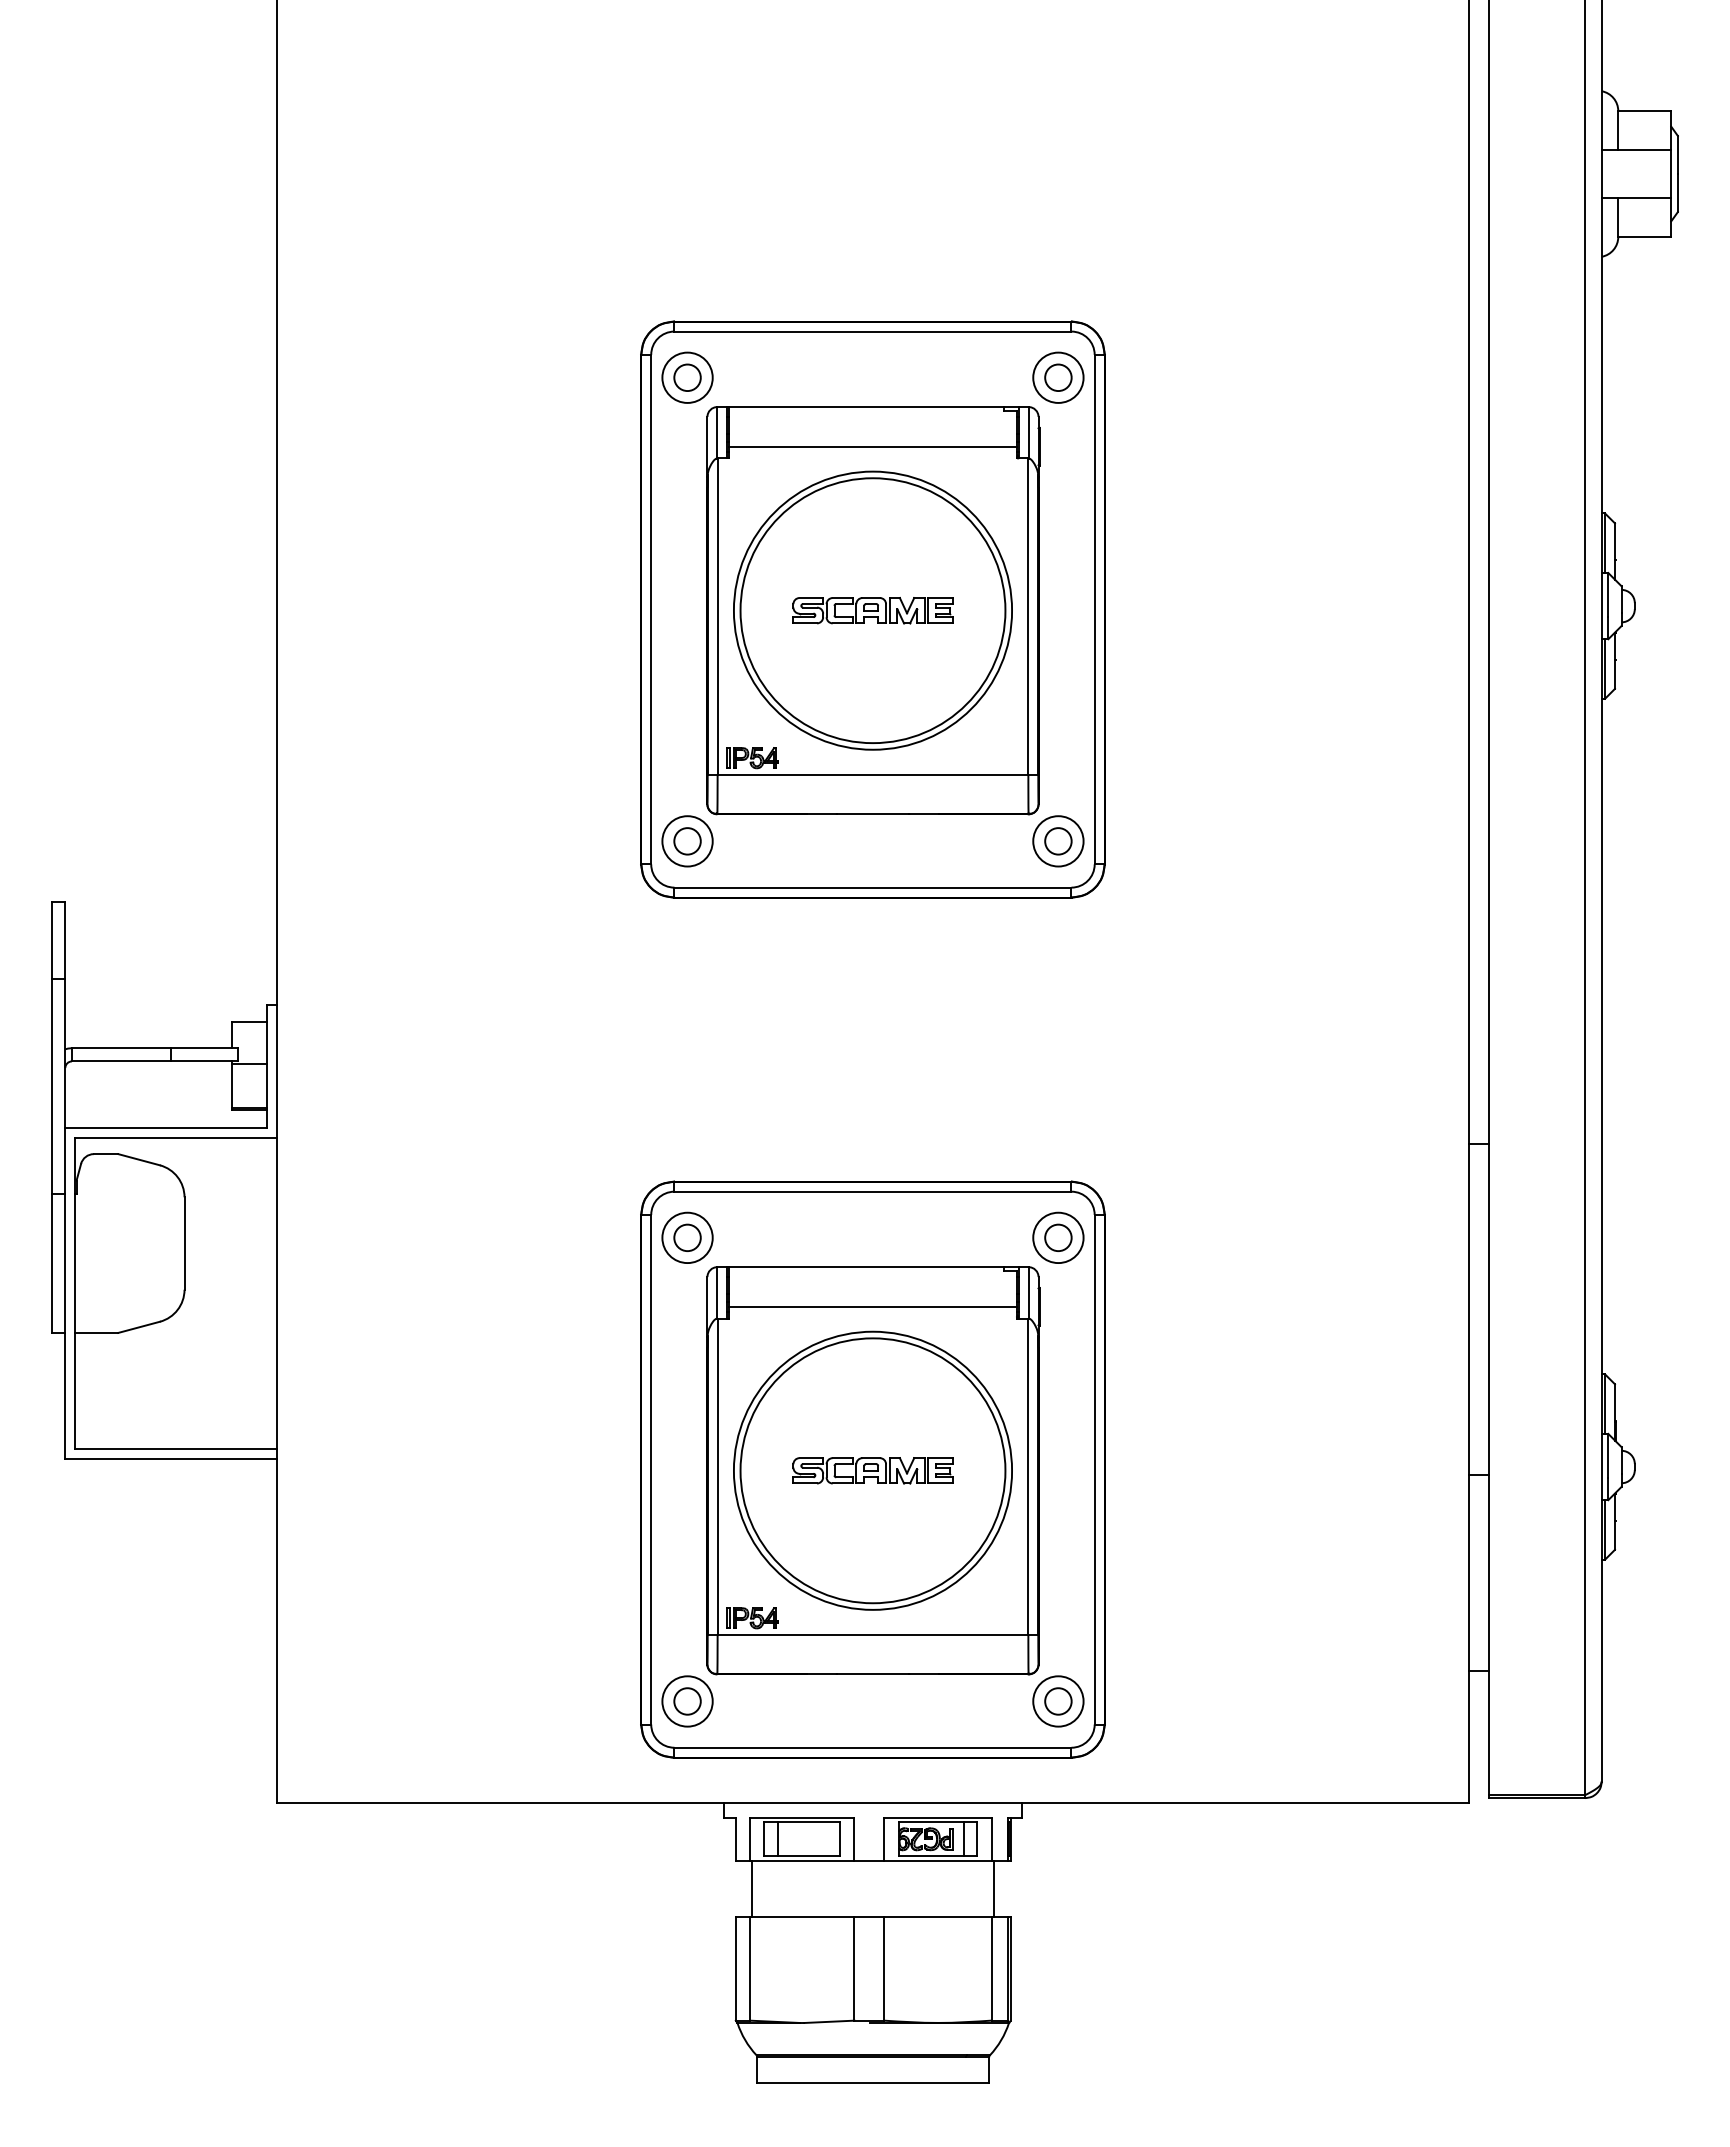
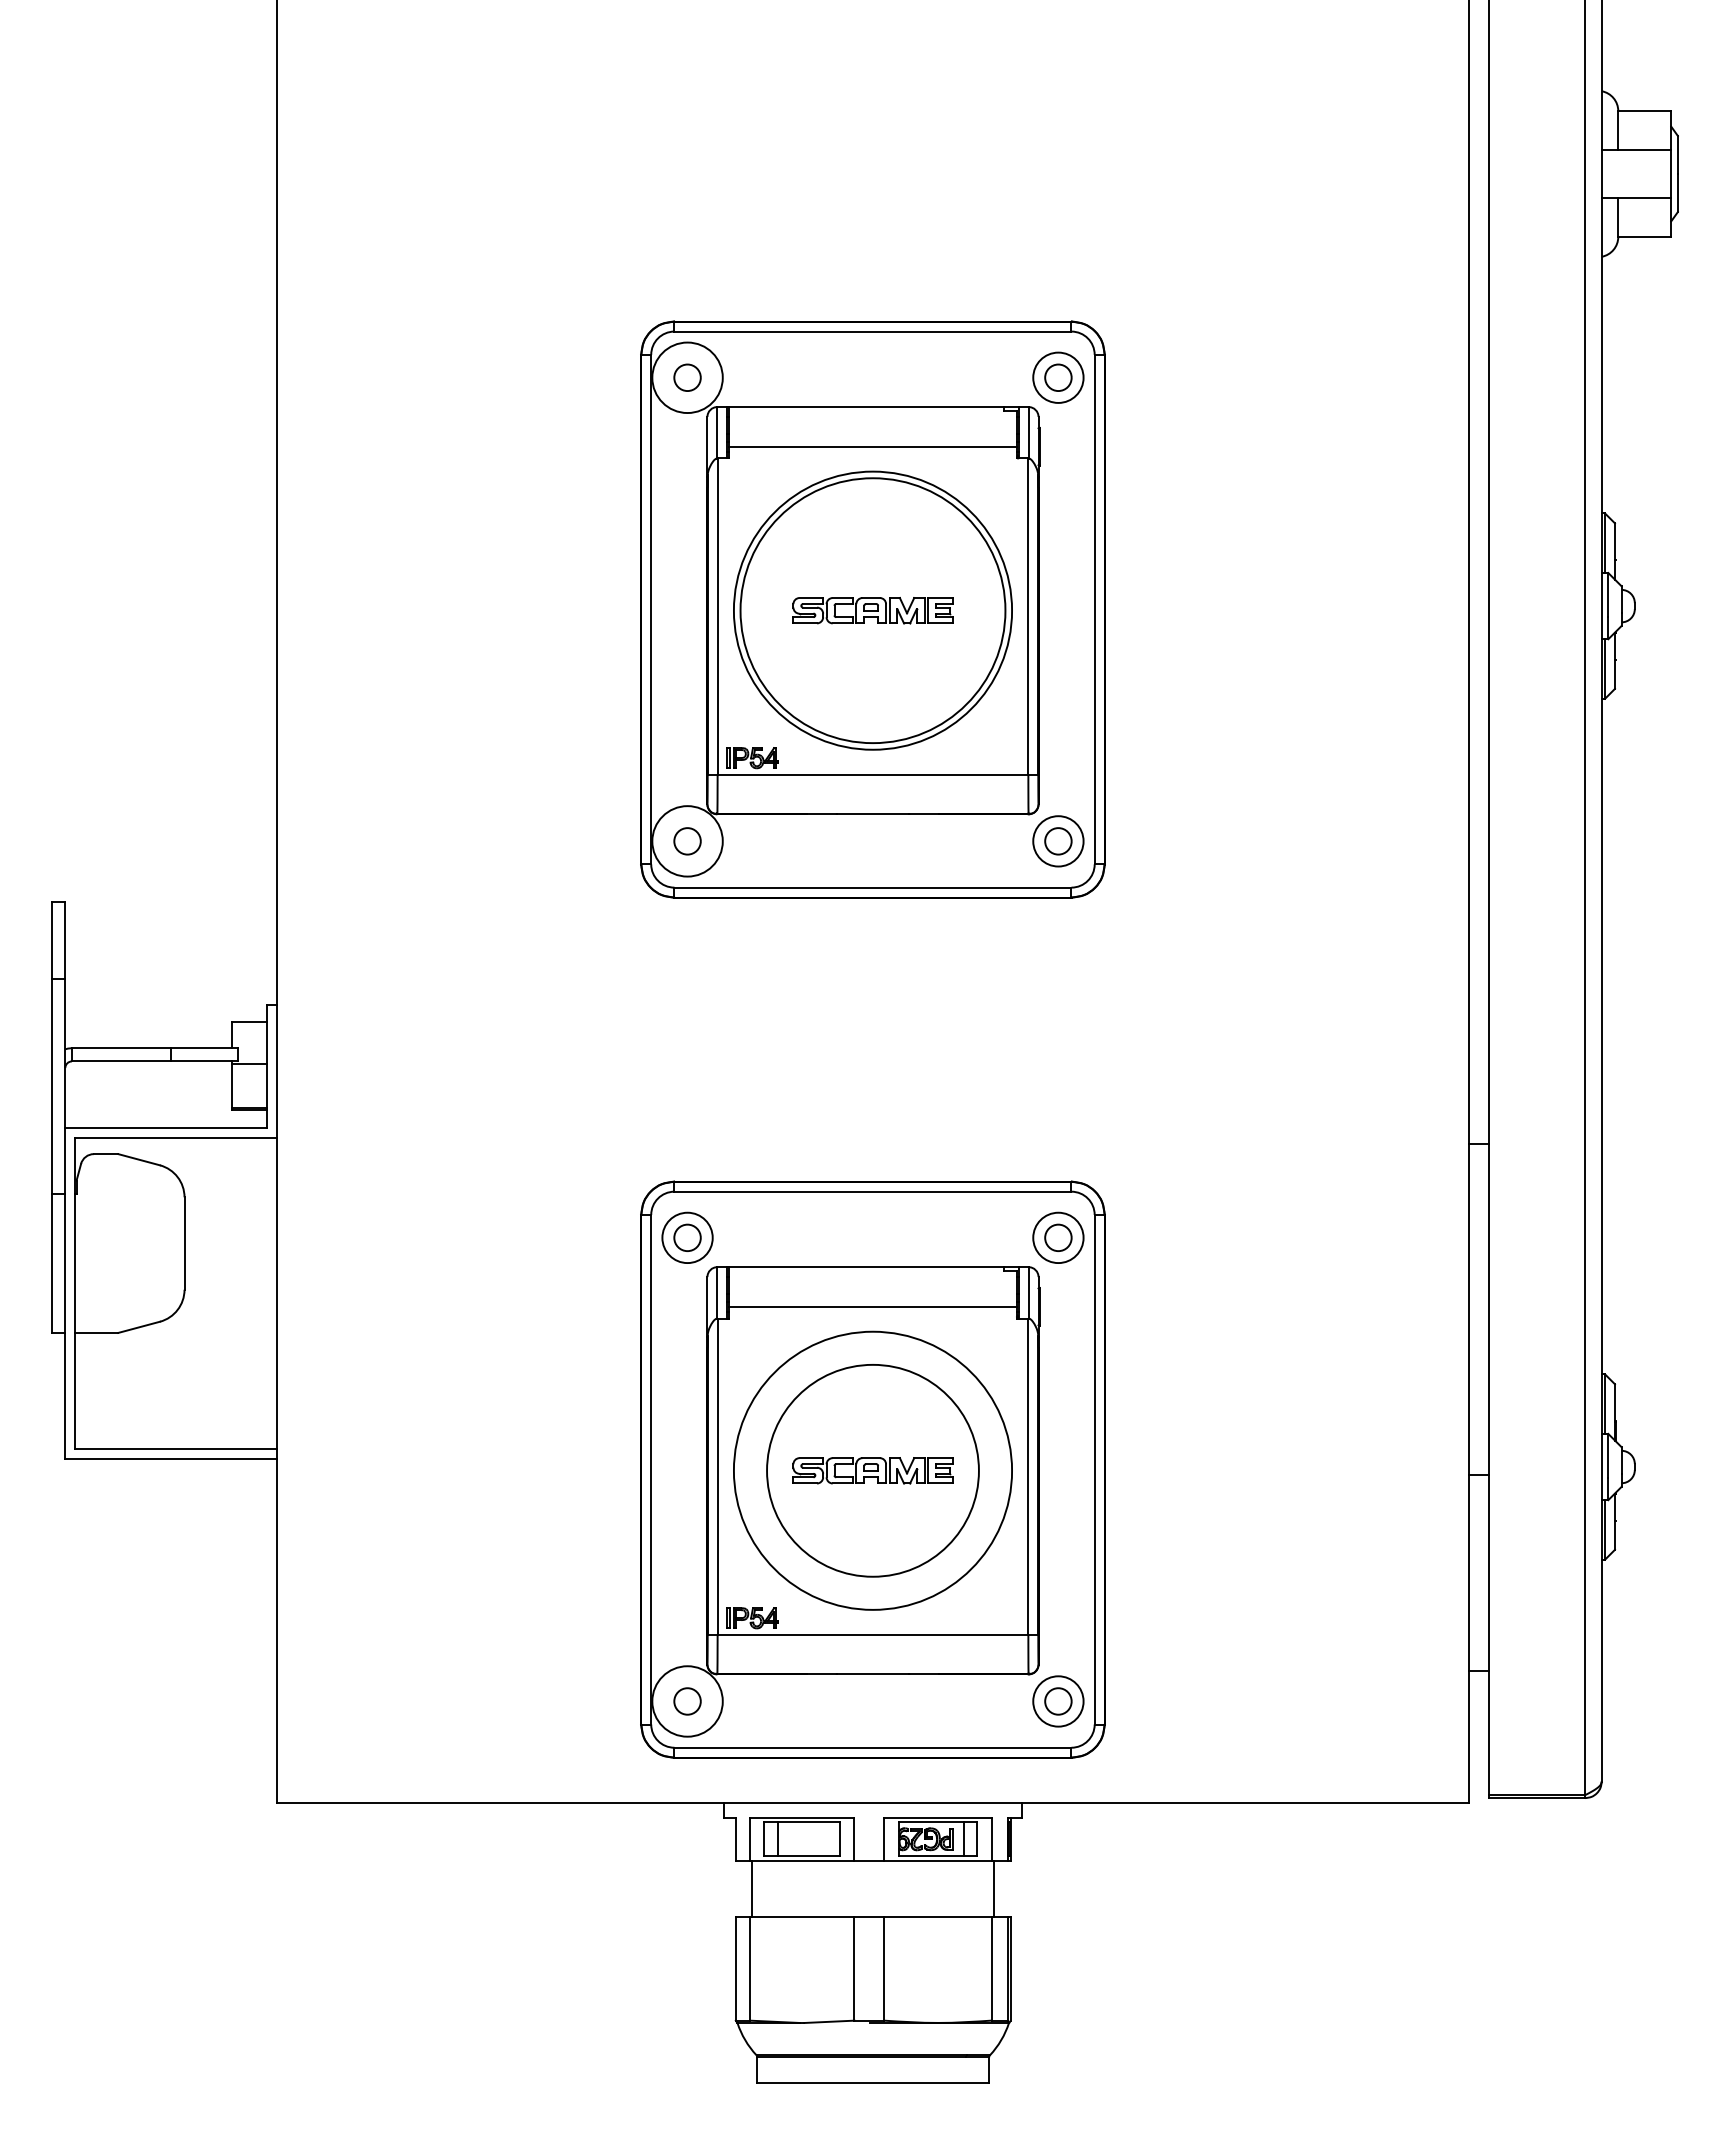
circle at (687, 377) diameter: 50 px -> 70 px
circle at (687, 841) diameter: 50 px -> 70 px
circle at (872, 1470) diameter: 265 px -> 212 px
circle at (687, 1701) diameter: 50 px -> 70 px
